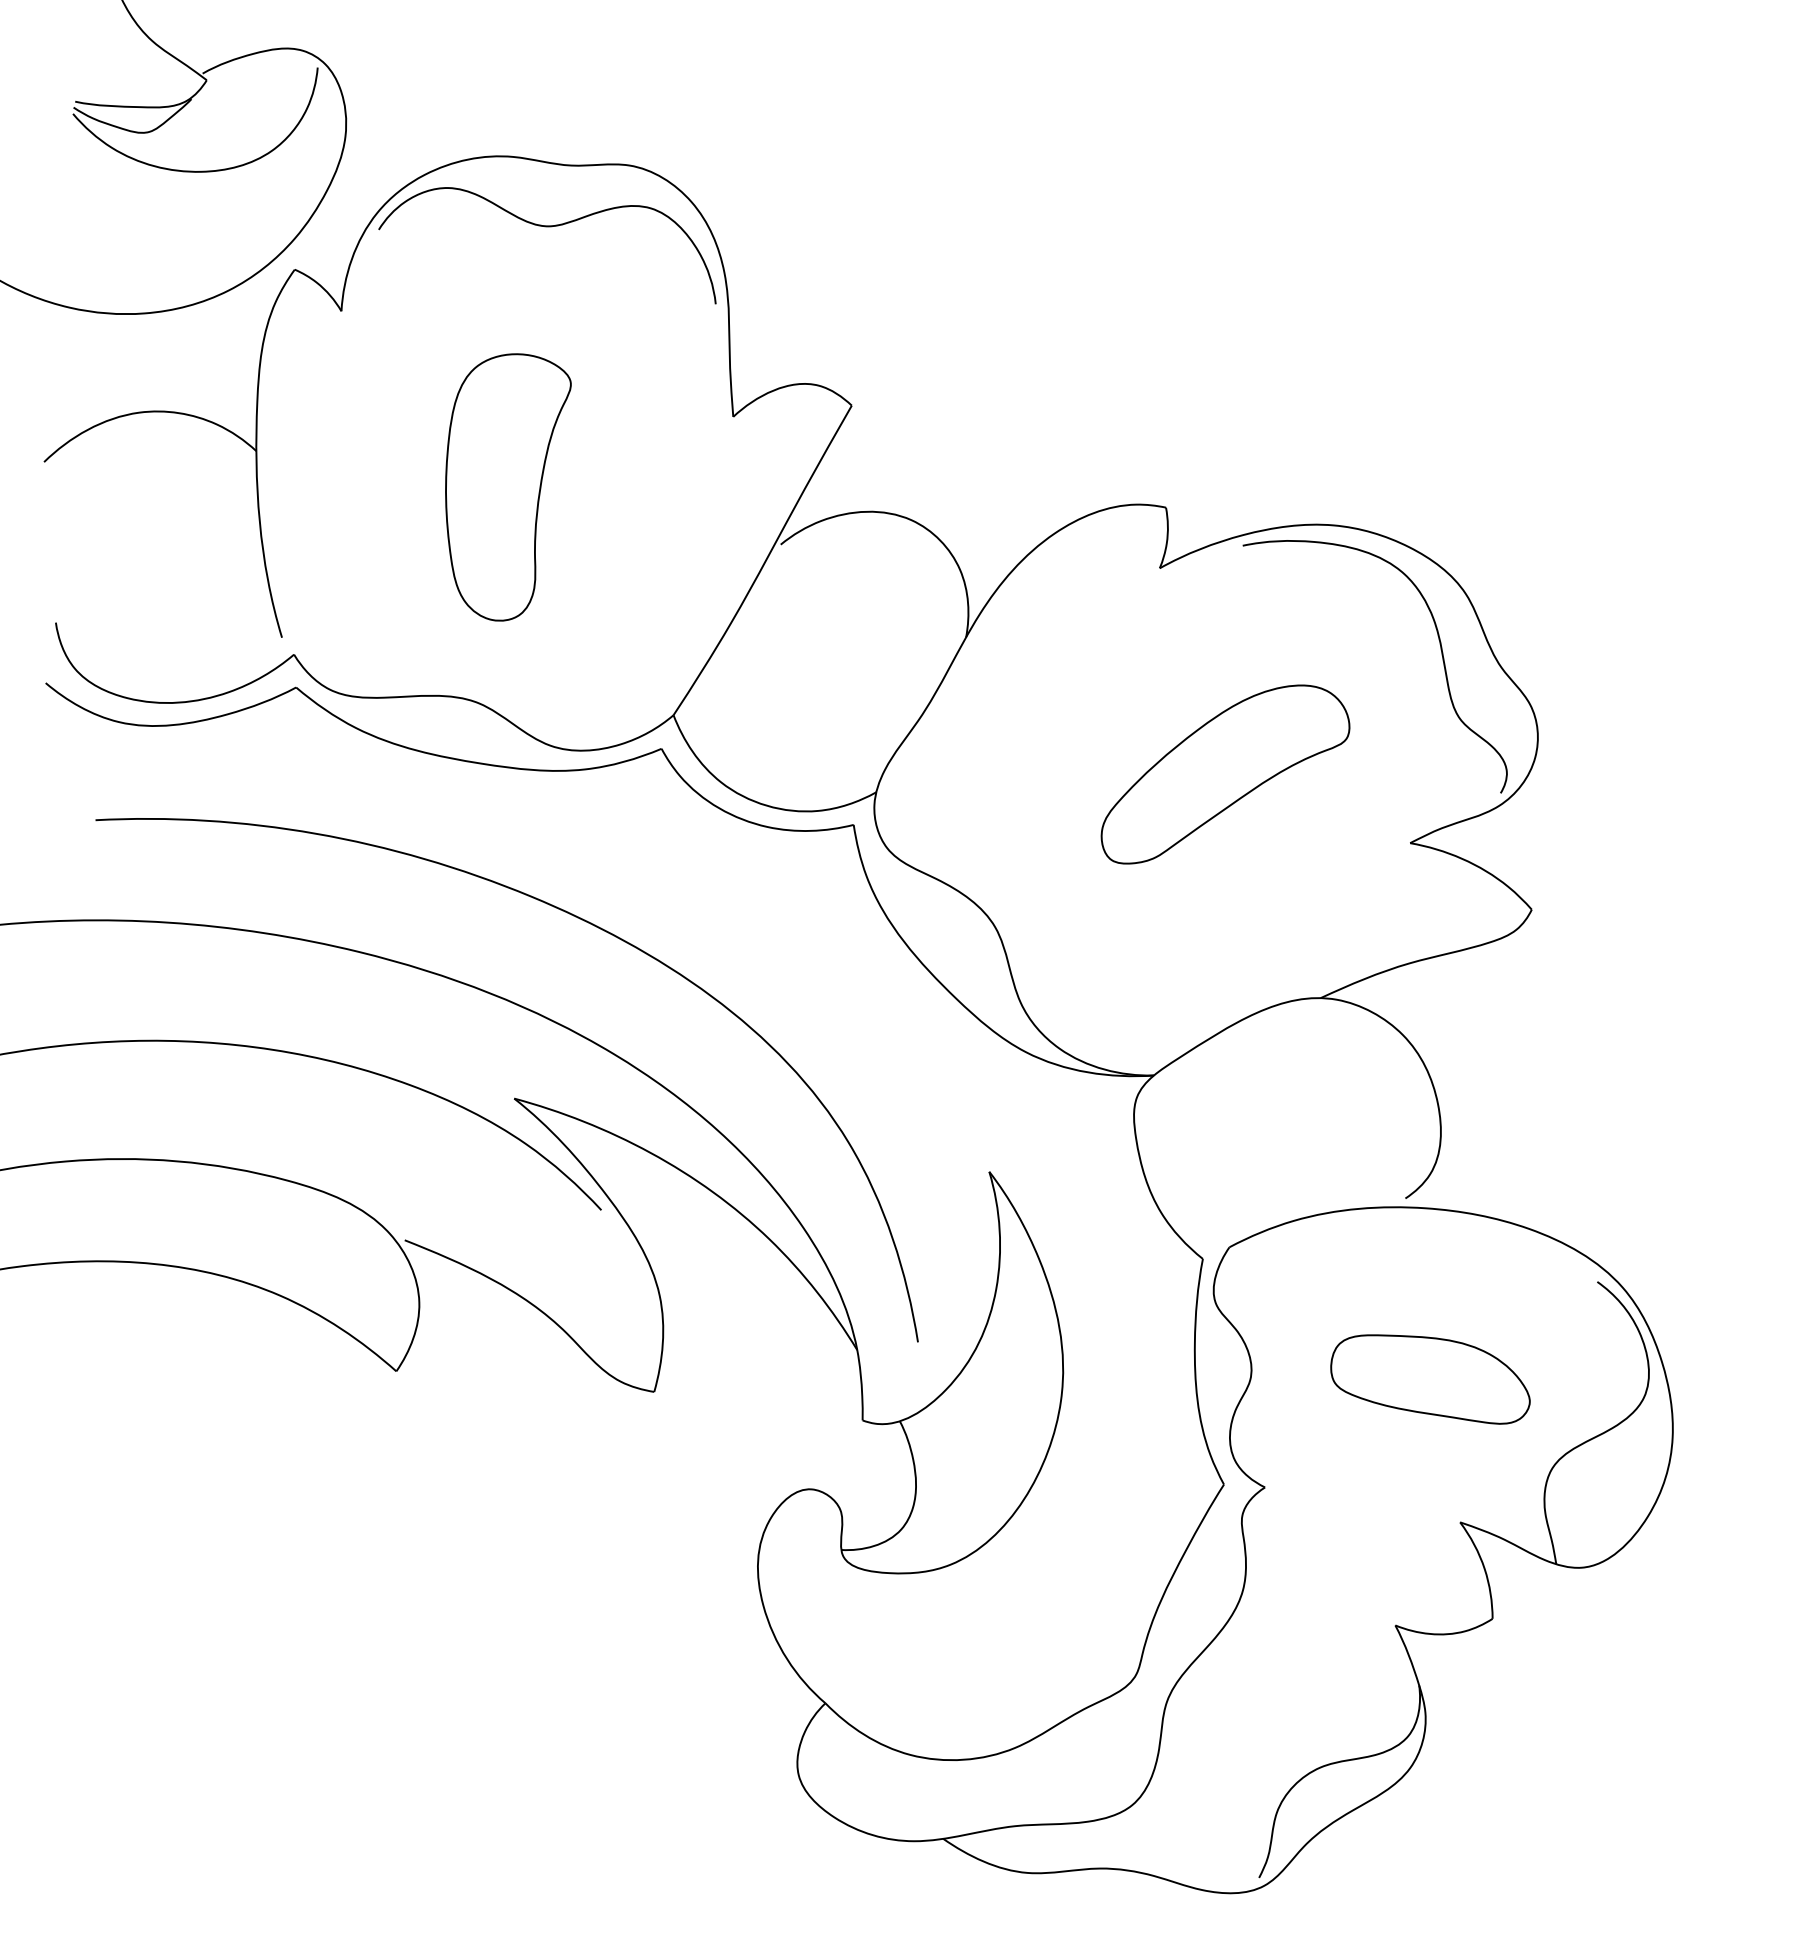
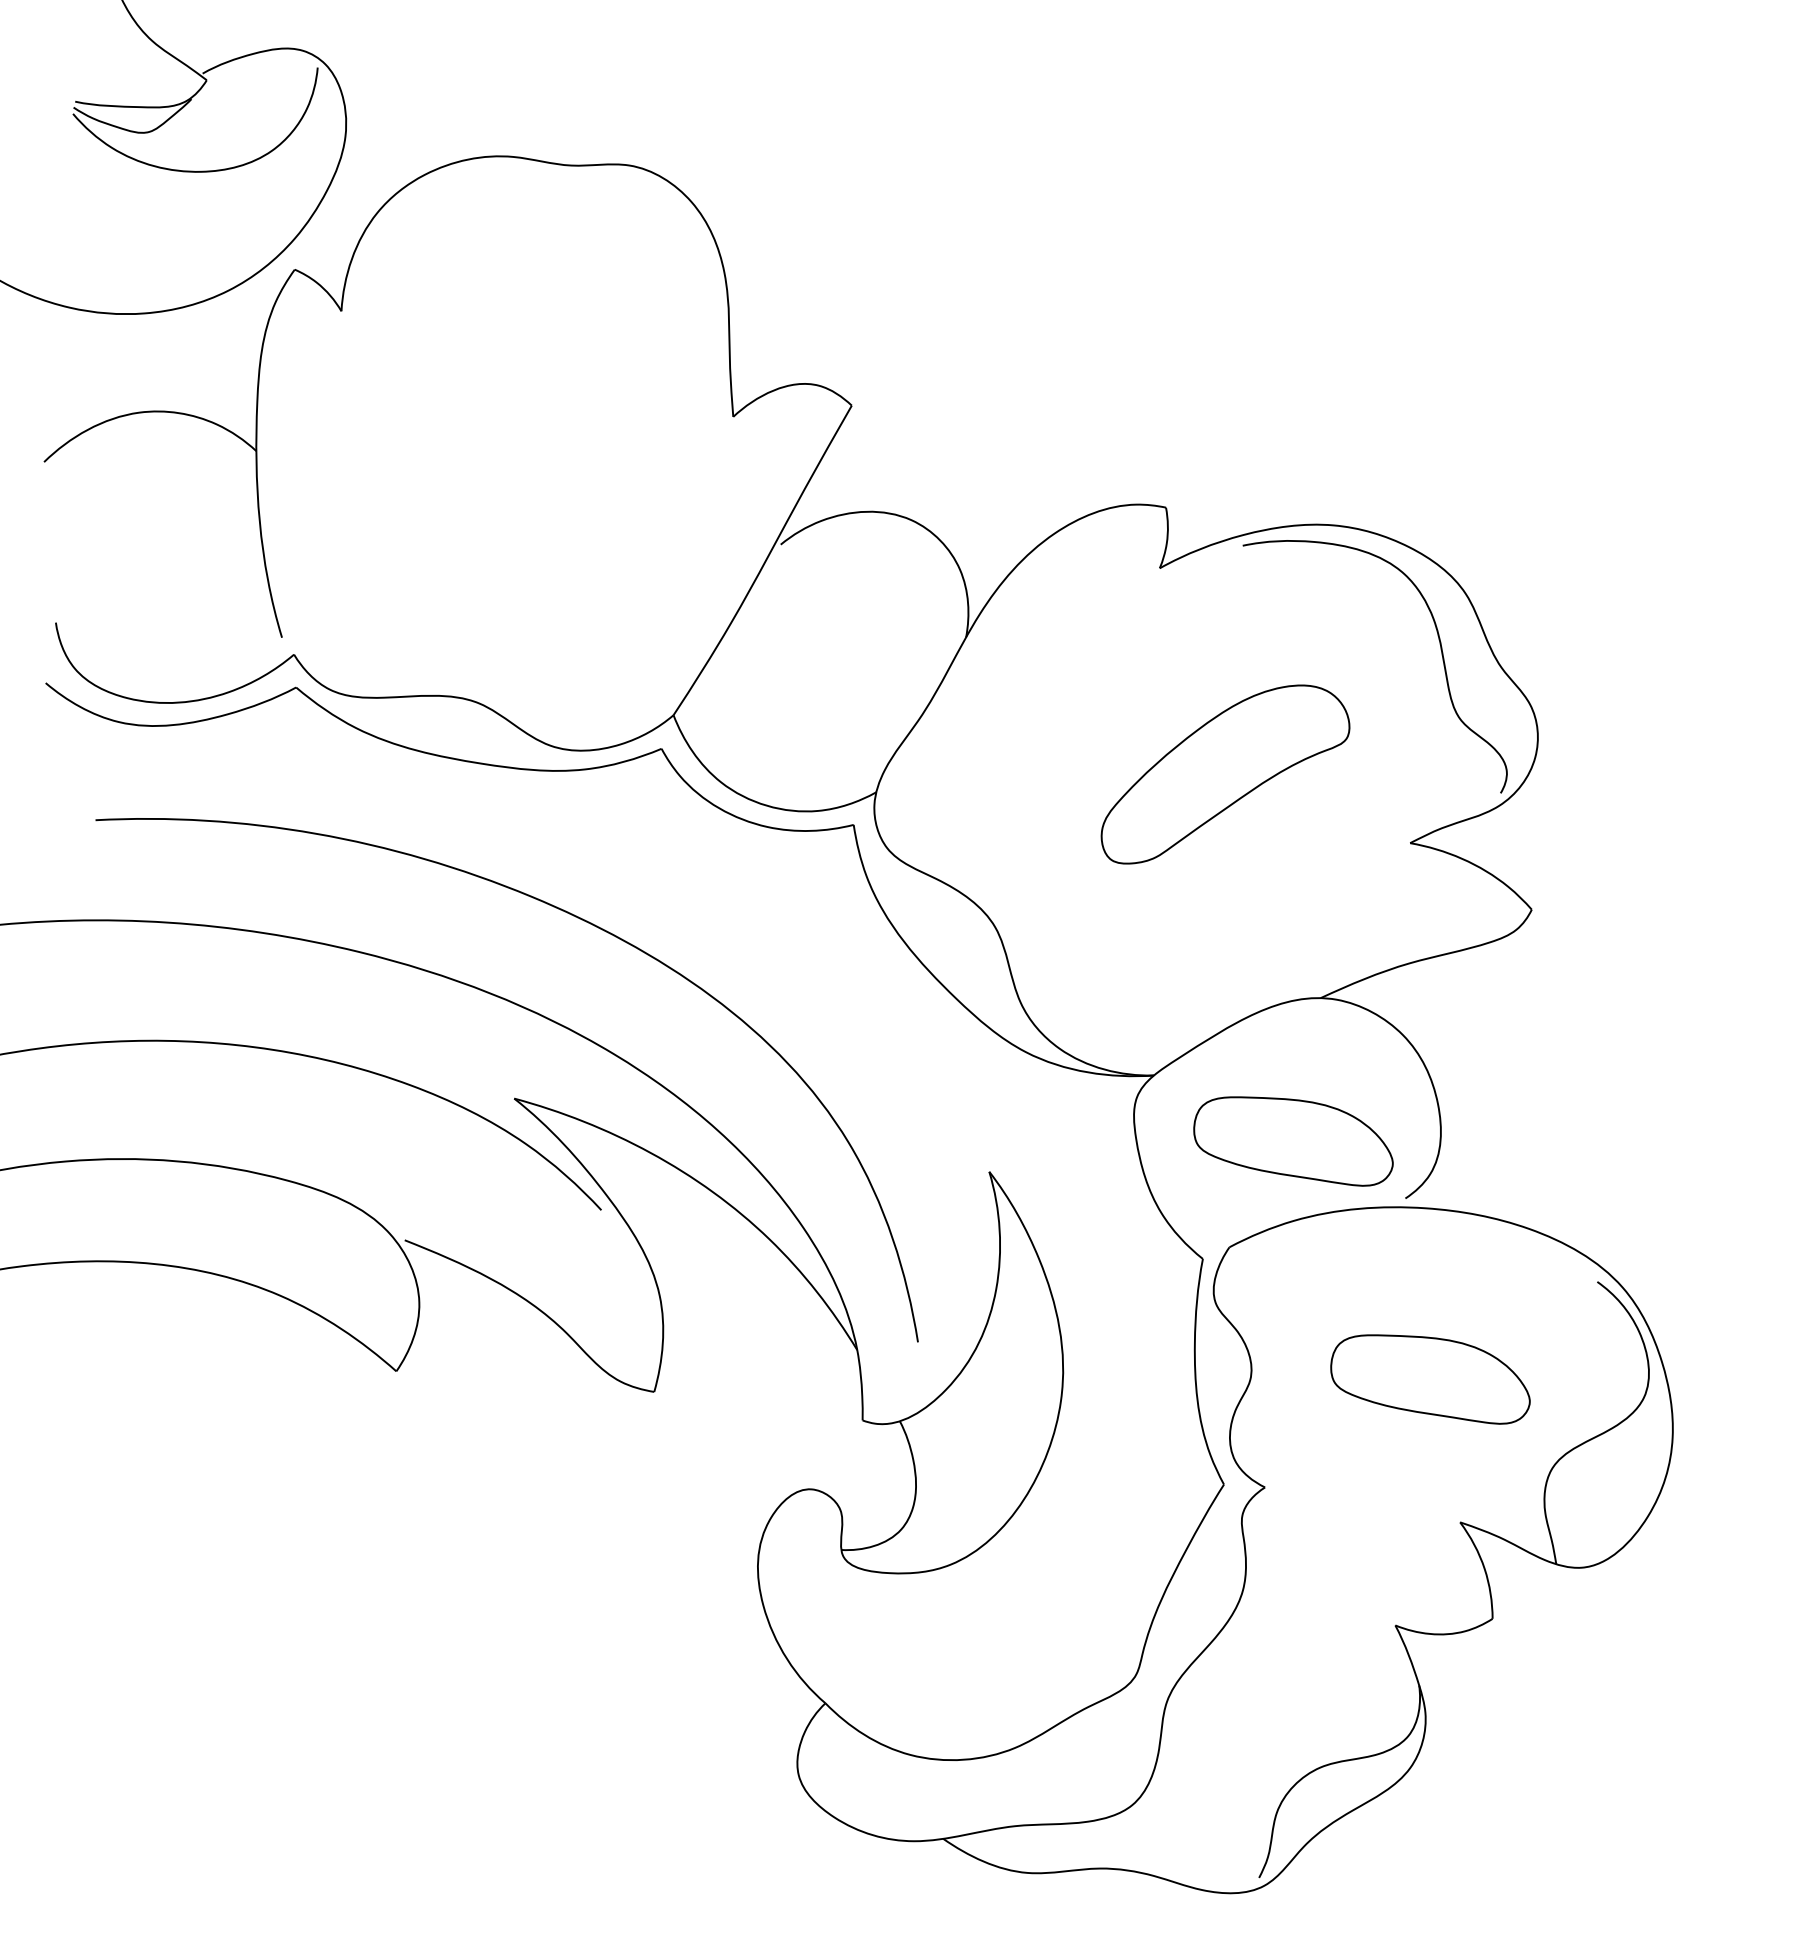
curve at (547, 227): present -> none
part at (508, 487): present -> none
part at (1293, 1141): none -> present
